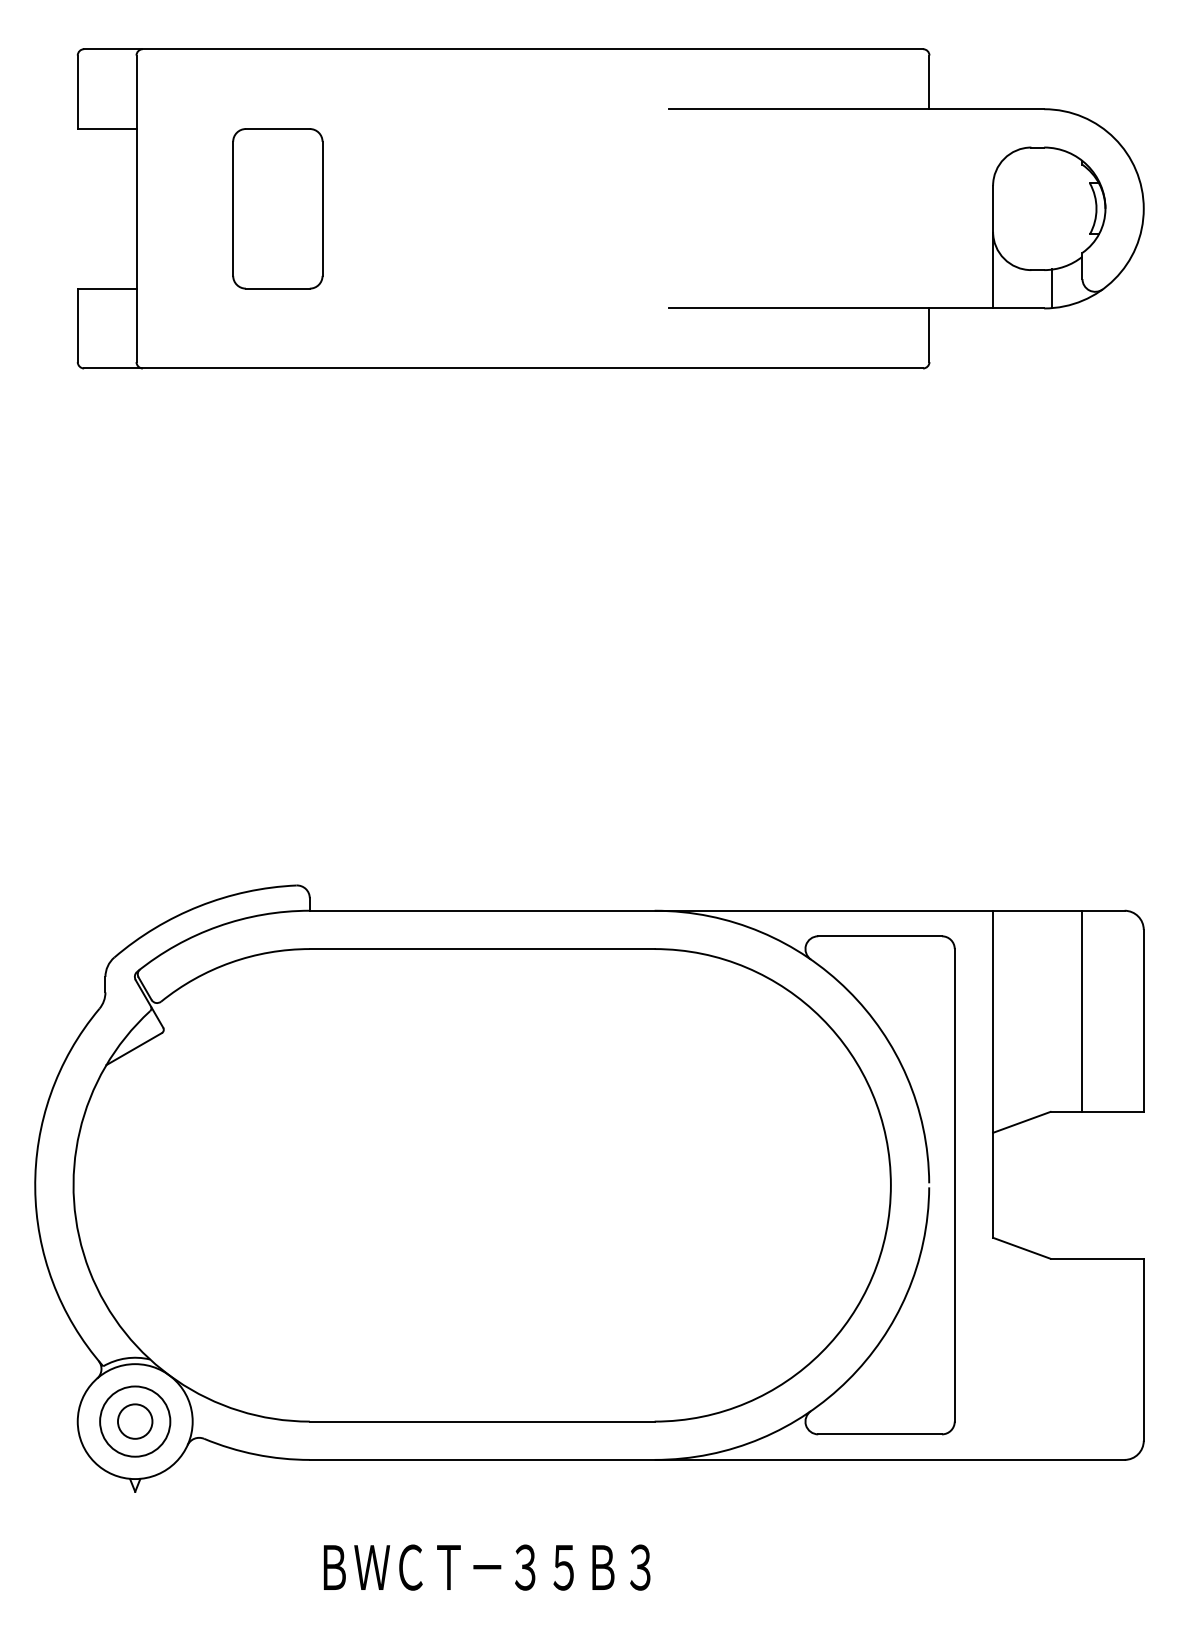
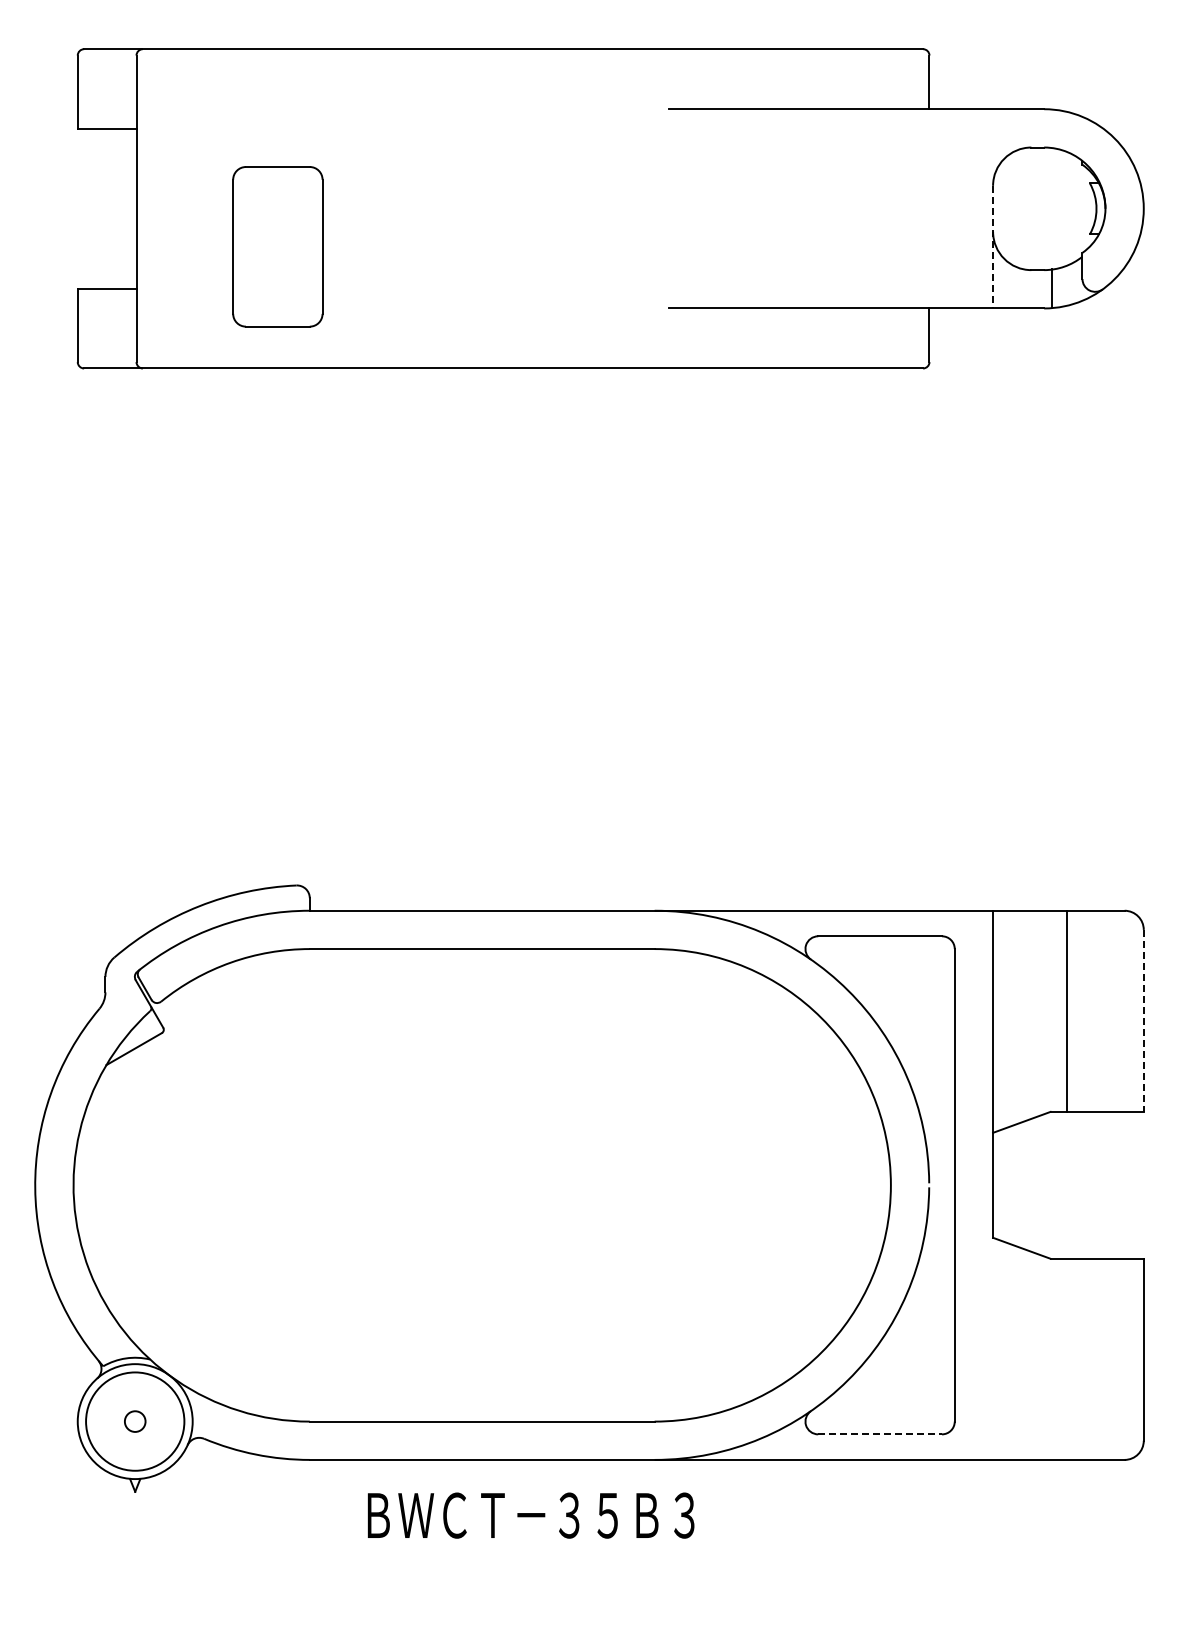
part at (277, 208) position: (277, 208) -> (277, 246)
line at (993, 247): solid -> dashed
line at (1082, 1010) position: (1082, 1010) -> (1067, 1010)
line at (1143, 1020): solid -> dashed
circle at (134, 1421) diameter: 34 px -> 21 px
circle at (135, 1421) diameter: 70 px -> 98 px
line at (880, 1434): solid -> dashed
text at (486, 1567) position: (486, 1567) -> (530, 1515)
